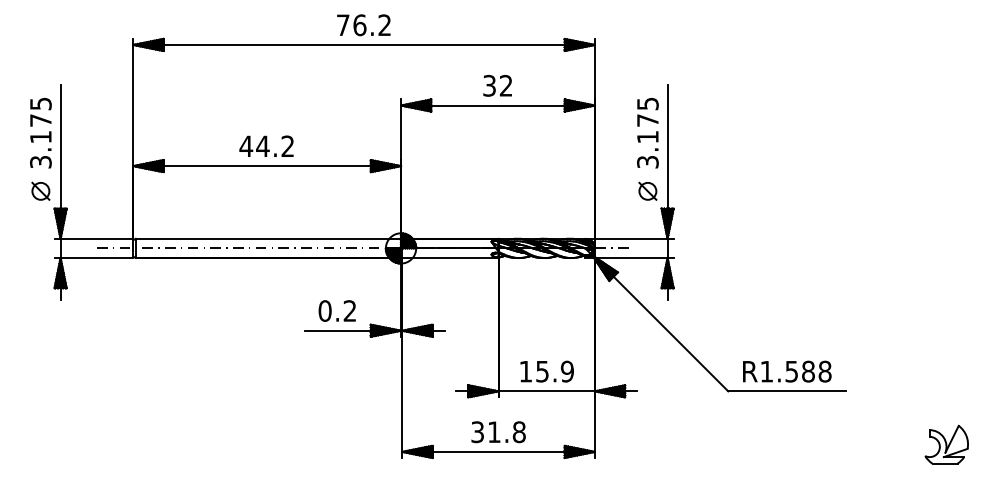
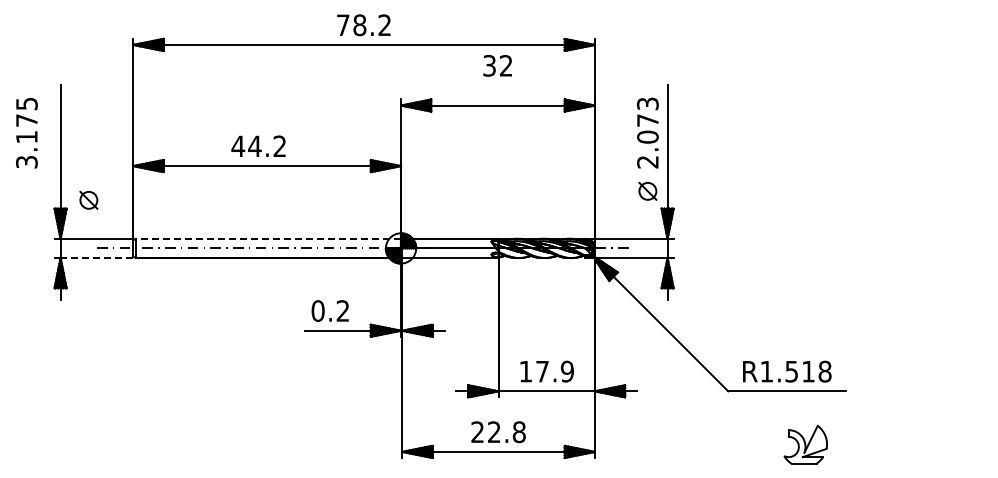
text at (359, 25): 76.2 -> 78.2
text at (497, 85) position: (497, 85) -> (497, 65)
text at (647, 132): 3.175 -> 2.073
text at (40, 133) position: (40, 133) -> (26, 133)
text at (266, 145) position: (266, 145) -> (258, 145)
part at (40, 190) position: (40, 190) -> (88, 199)
line at (268, 238): solid -> dashed
line at (96, 258): solid -> dashed
text at (336, 310) position: (336, 310) -> (329, 310)
text at (542, 371): 15.9 -> 17.9
text at (808, 371): R1.588 -> R1.518
text at (485, 432): 31.8 -> 22.8
part at (946, 444) position: (946, 444) -> (805, 444)
